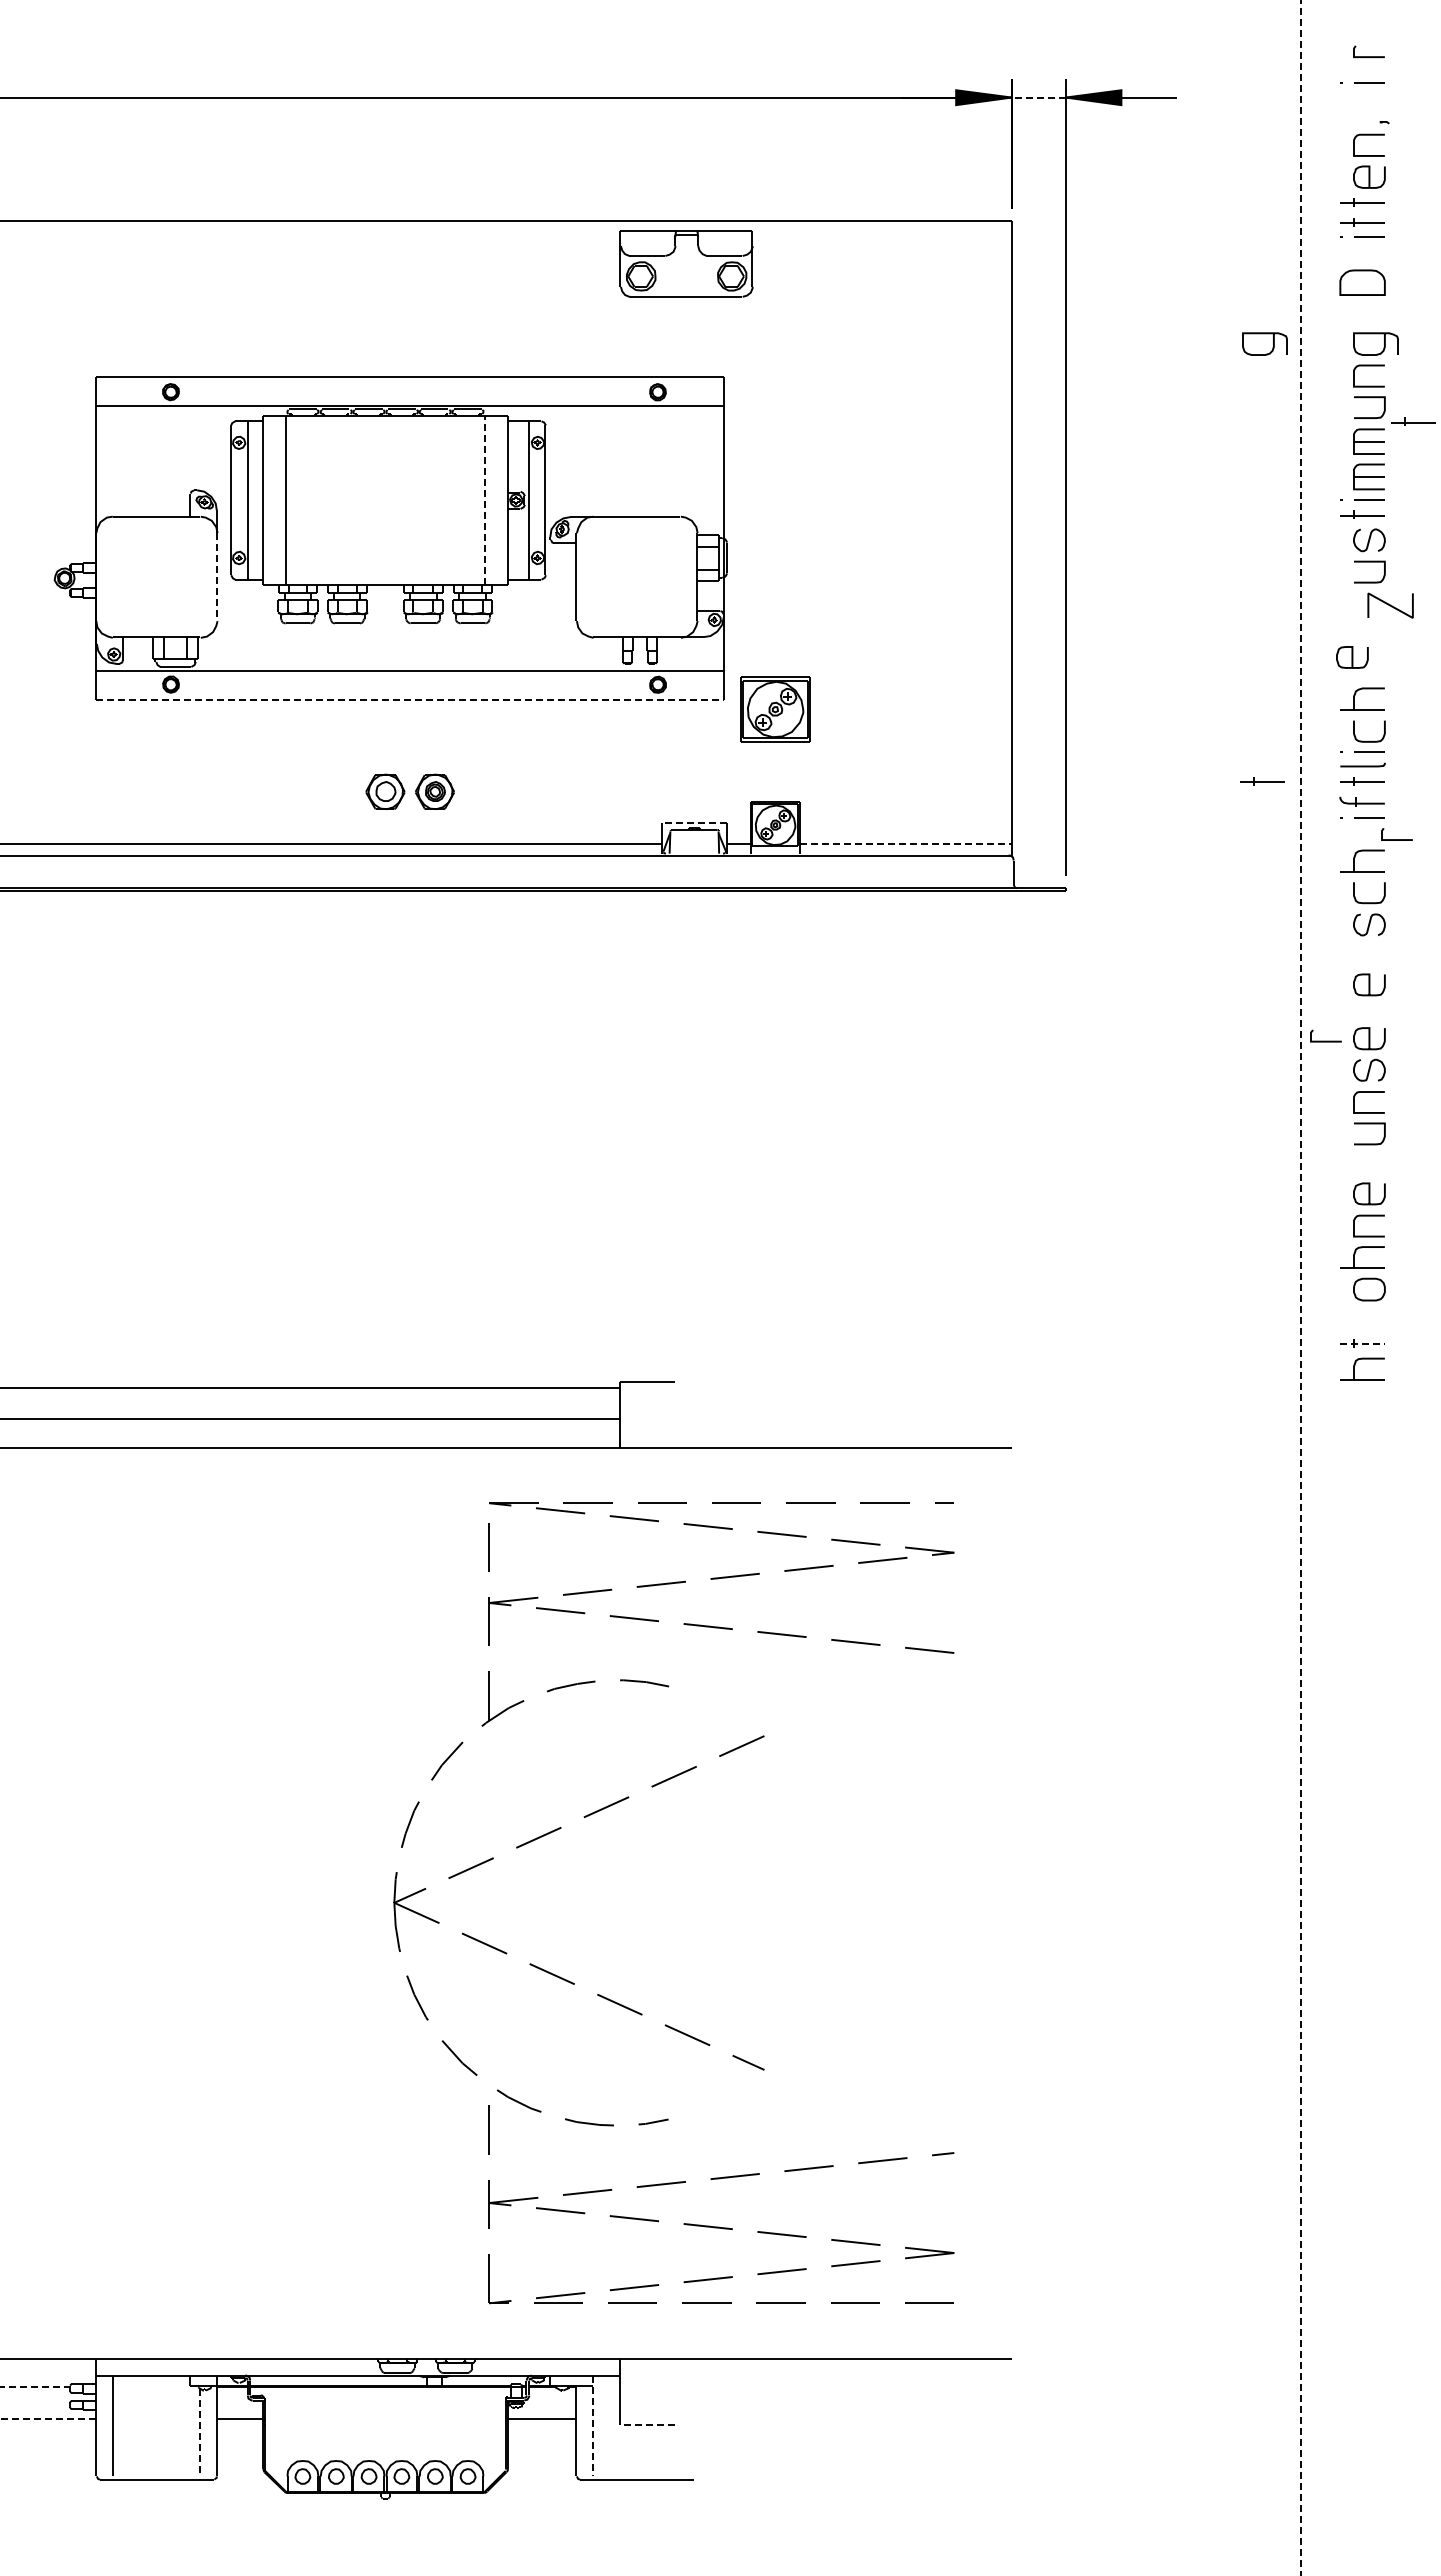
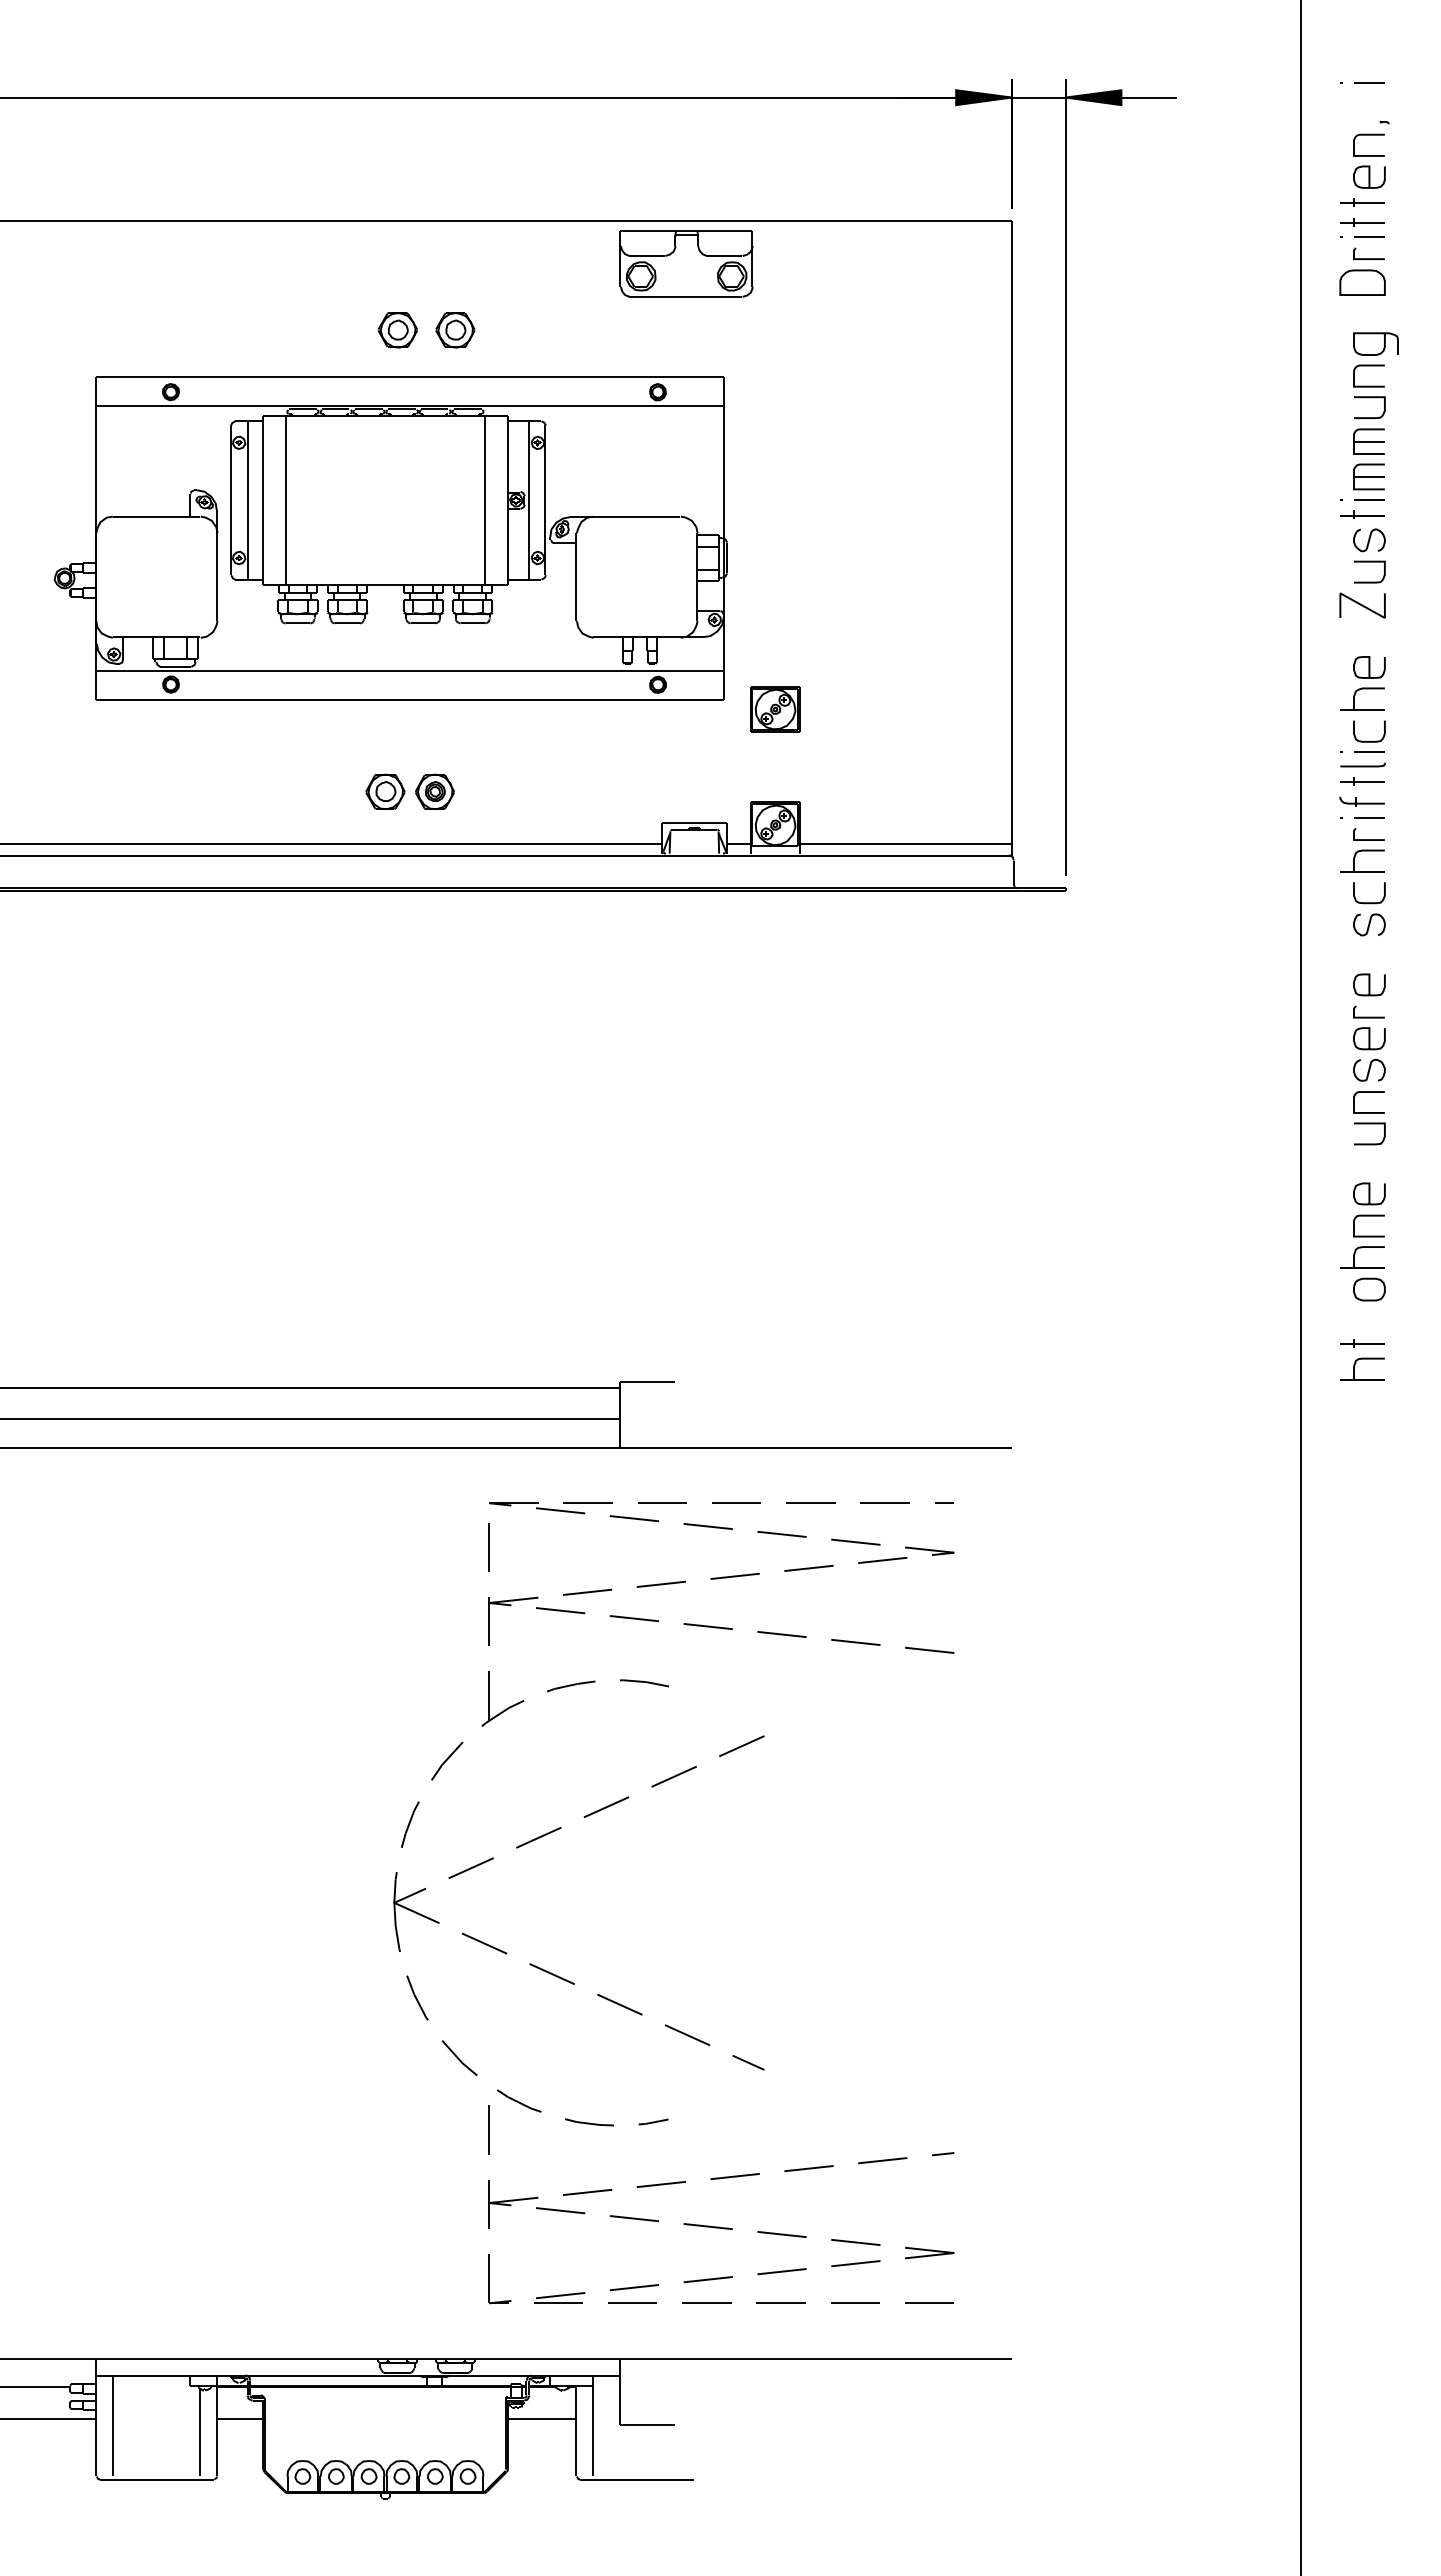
line at (1368, 56) position: (1368, 56) -> (1368, 258)
line at (1038, 97): dashed -> solid
part at (397, 330): none -> present
part at (455, 330): none -> present
curve at (1272, 347): present -> none
part at (1413, 421): present -> none
line at (484, 500): dashed -> solid
line at (216, 577): dashed -> solid
line at (1390, 605) position: (1390, 605) -> (1362, 605)
curve at (1352, 657) position: (1352, 657) -> (1369, 667)
line at (409, 700): dashed -> solid
part at (775, 709) size: 71x67 px -> 51x47 px
part at (1262, 781): present -> none
line at (694, 822): dashed -> solid
line at (1396, 839) position: (1396, 839) -> (1368, 839)
line at (906, 843): dashed -> solid
line at (1325, 1040) position: (1325, 1040) -> (1368, 1016)
line at (1300, 1288): dashed -> solid
line at (1363, 1344): dashed -> solid
line at (35, 2387): dashed -> solid
line at (48, 2418): dashed -> solid
line at (646, 2424): dashed -> solid
line at (593, 2426): dashed -> solid
line at (200, 2433): dashed -> solid
